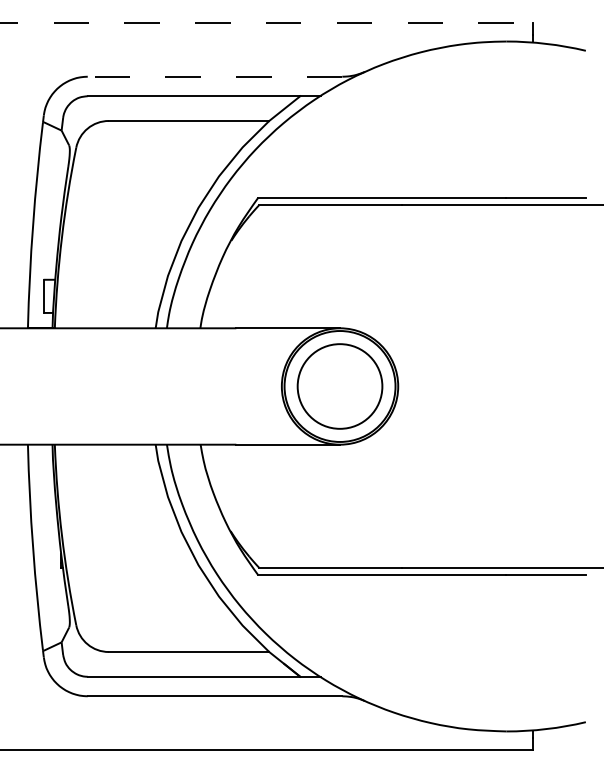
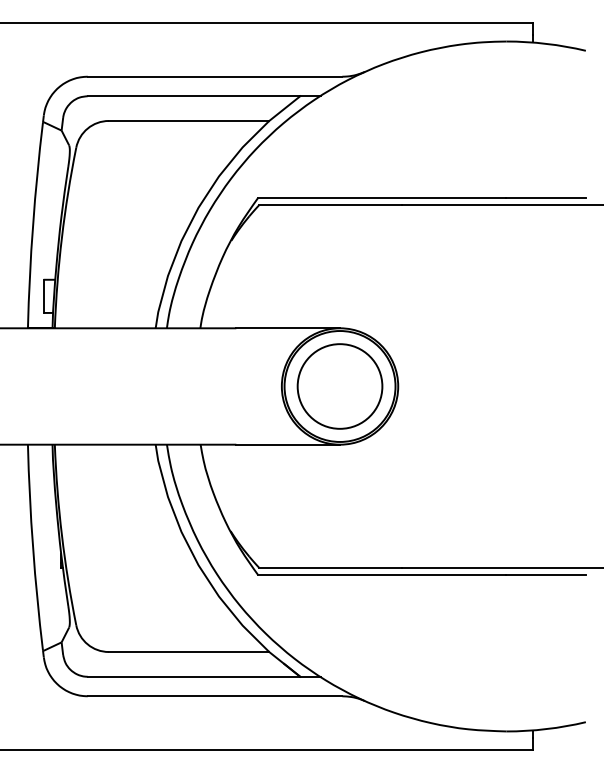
line at (267, 23): dashed -> solid
line at (214, 76): dashed -> solid
